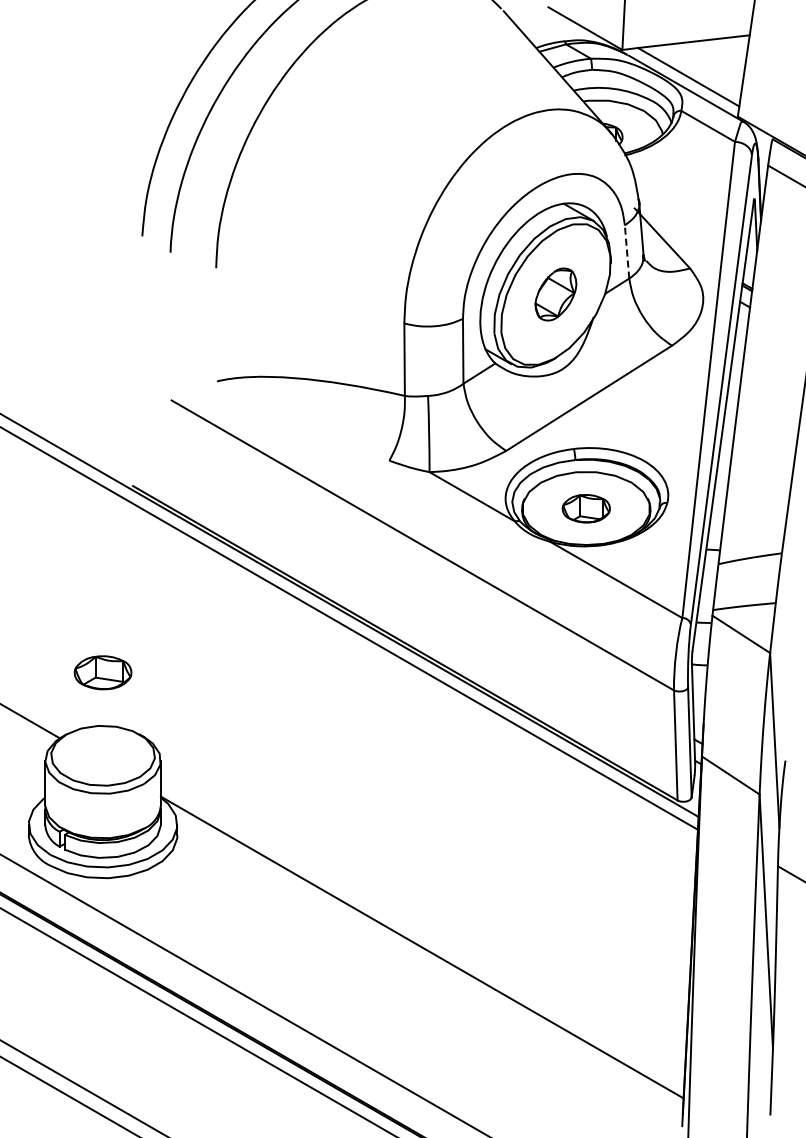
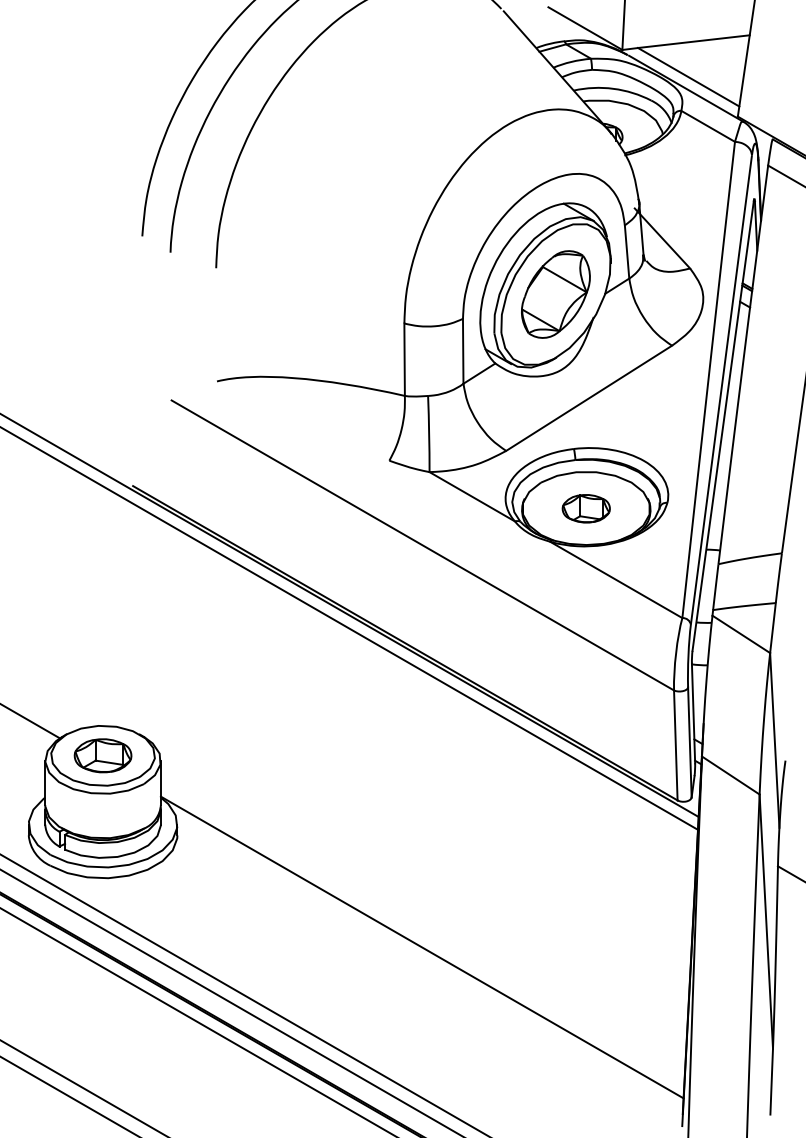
line at (627, 251): dashed -> solid
part at (555, 294) size: 44x55 px -> 70x89 px
part at (102, 672) position: (102, 672) -> (102, 755)
line at (230, 1002): none -> present
